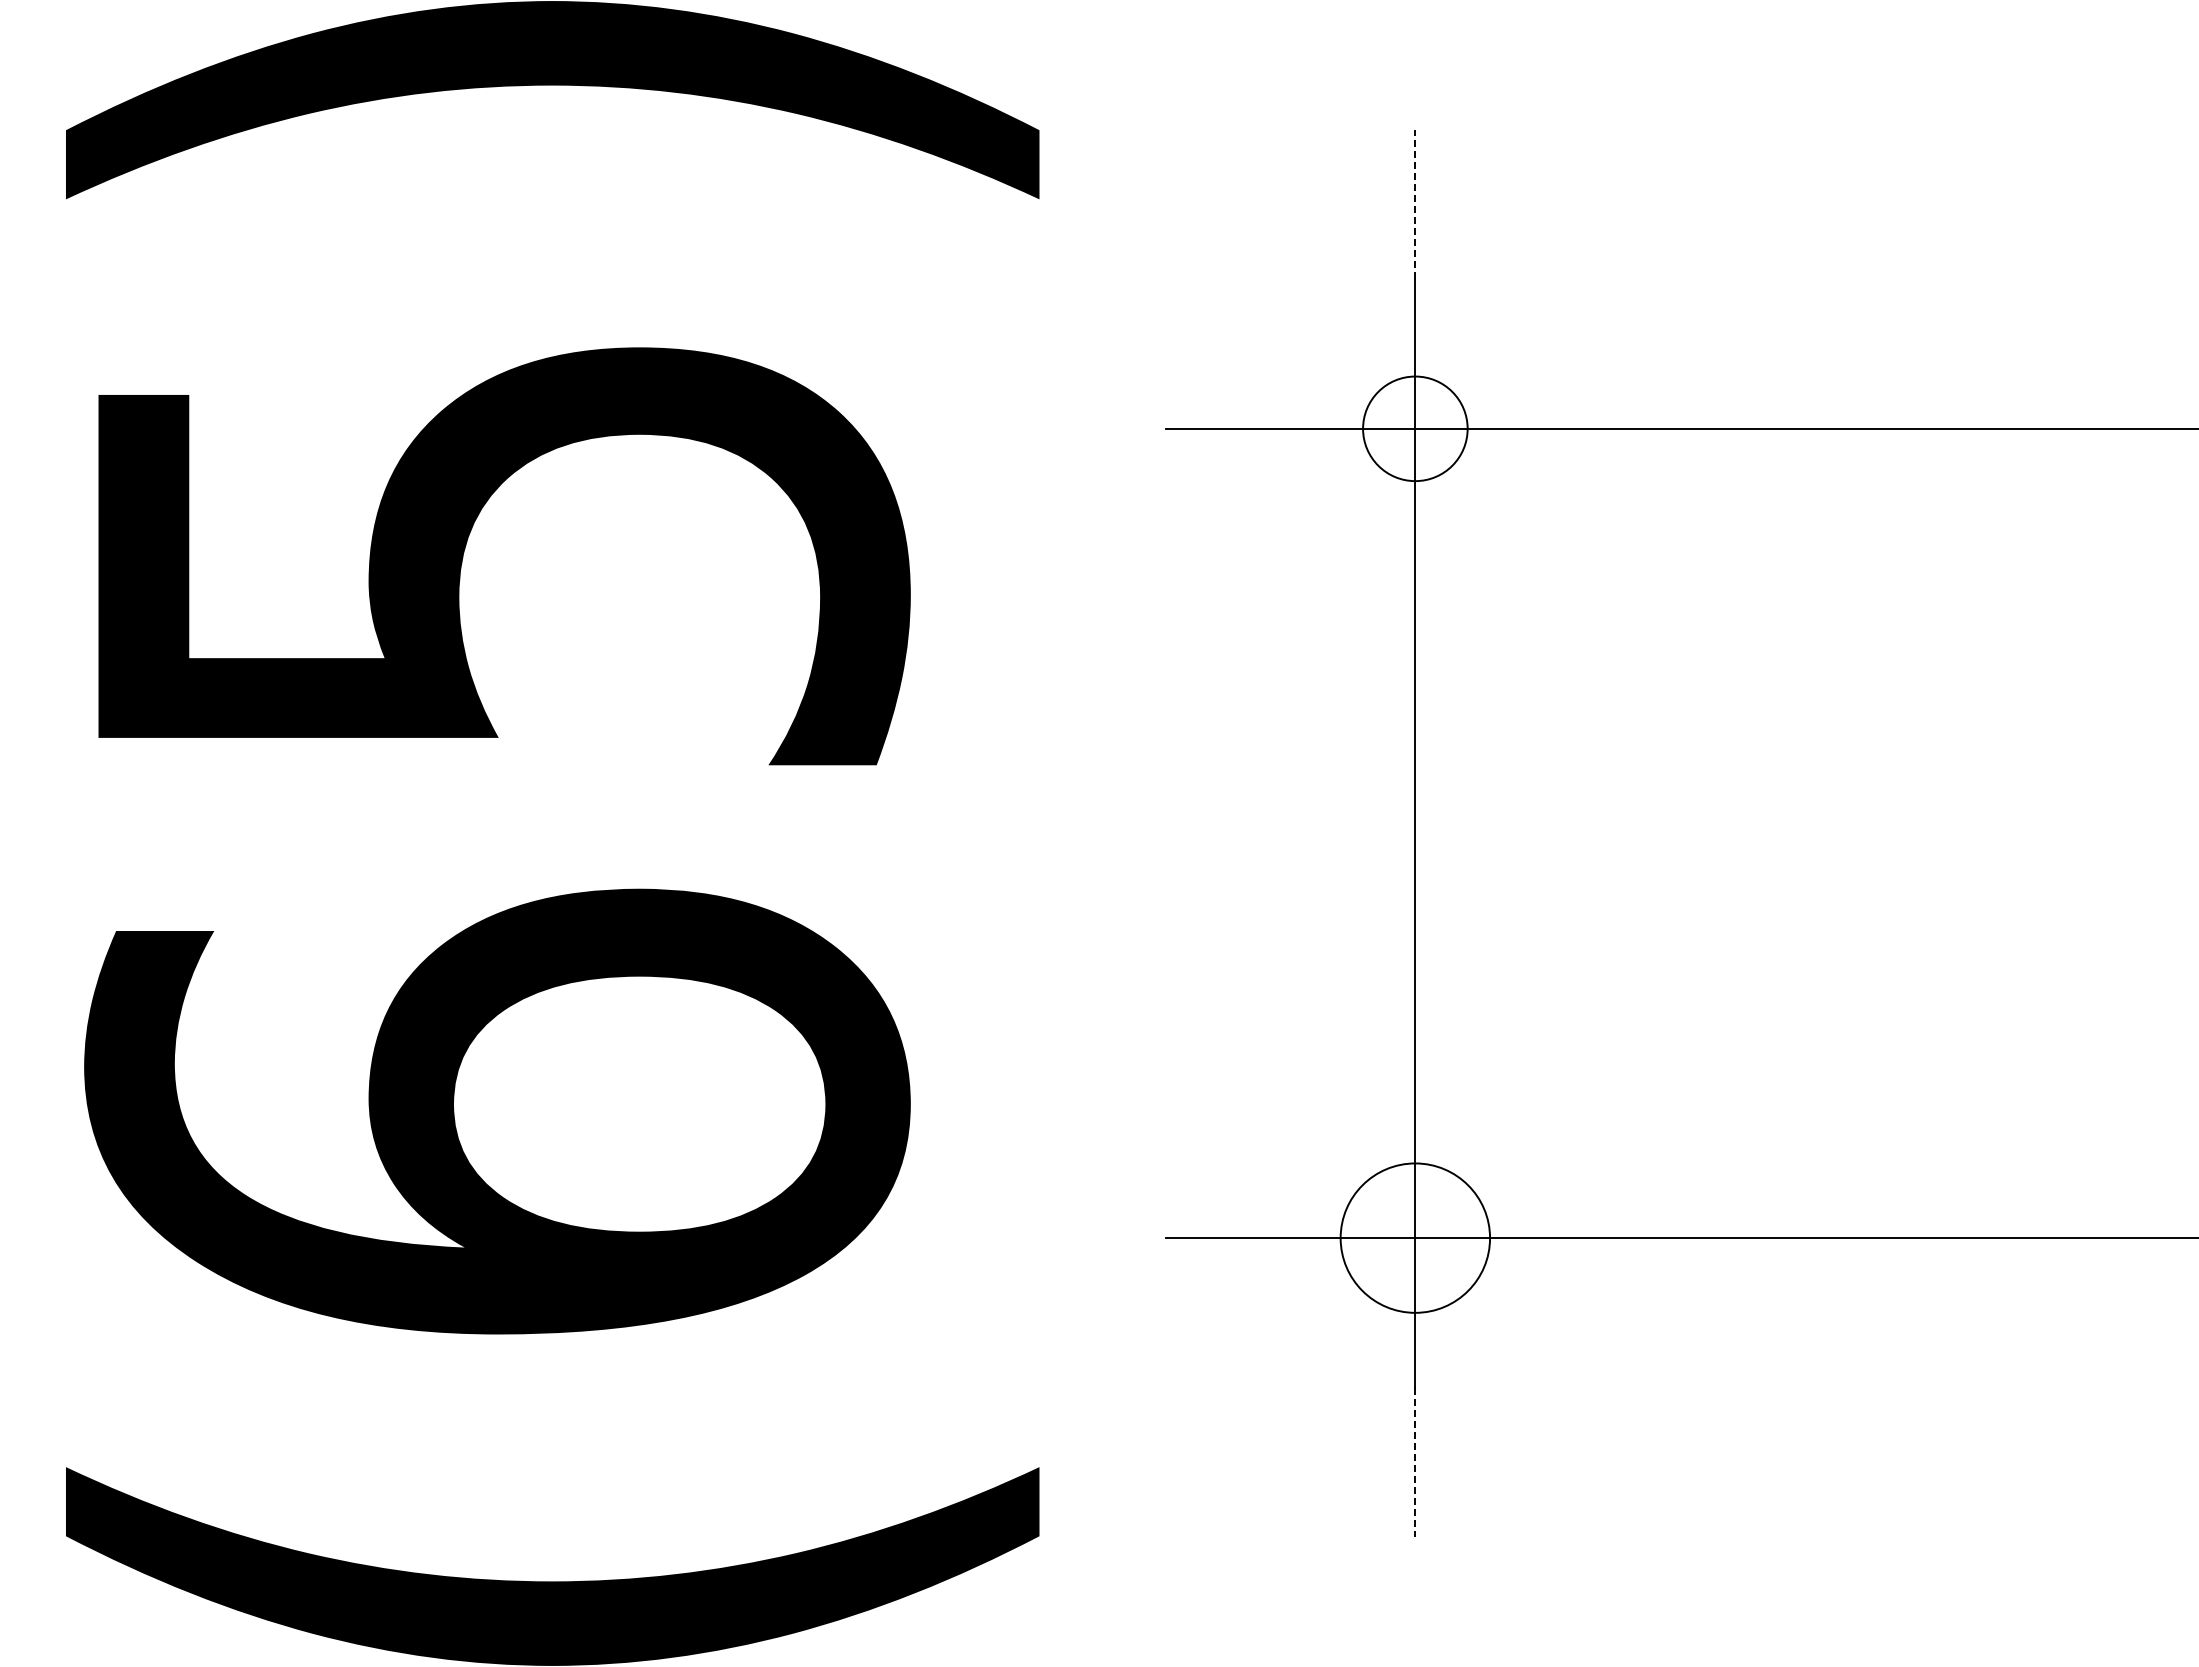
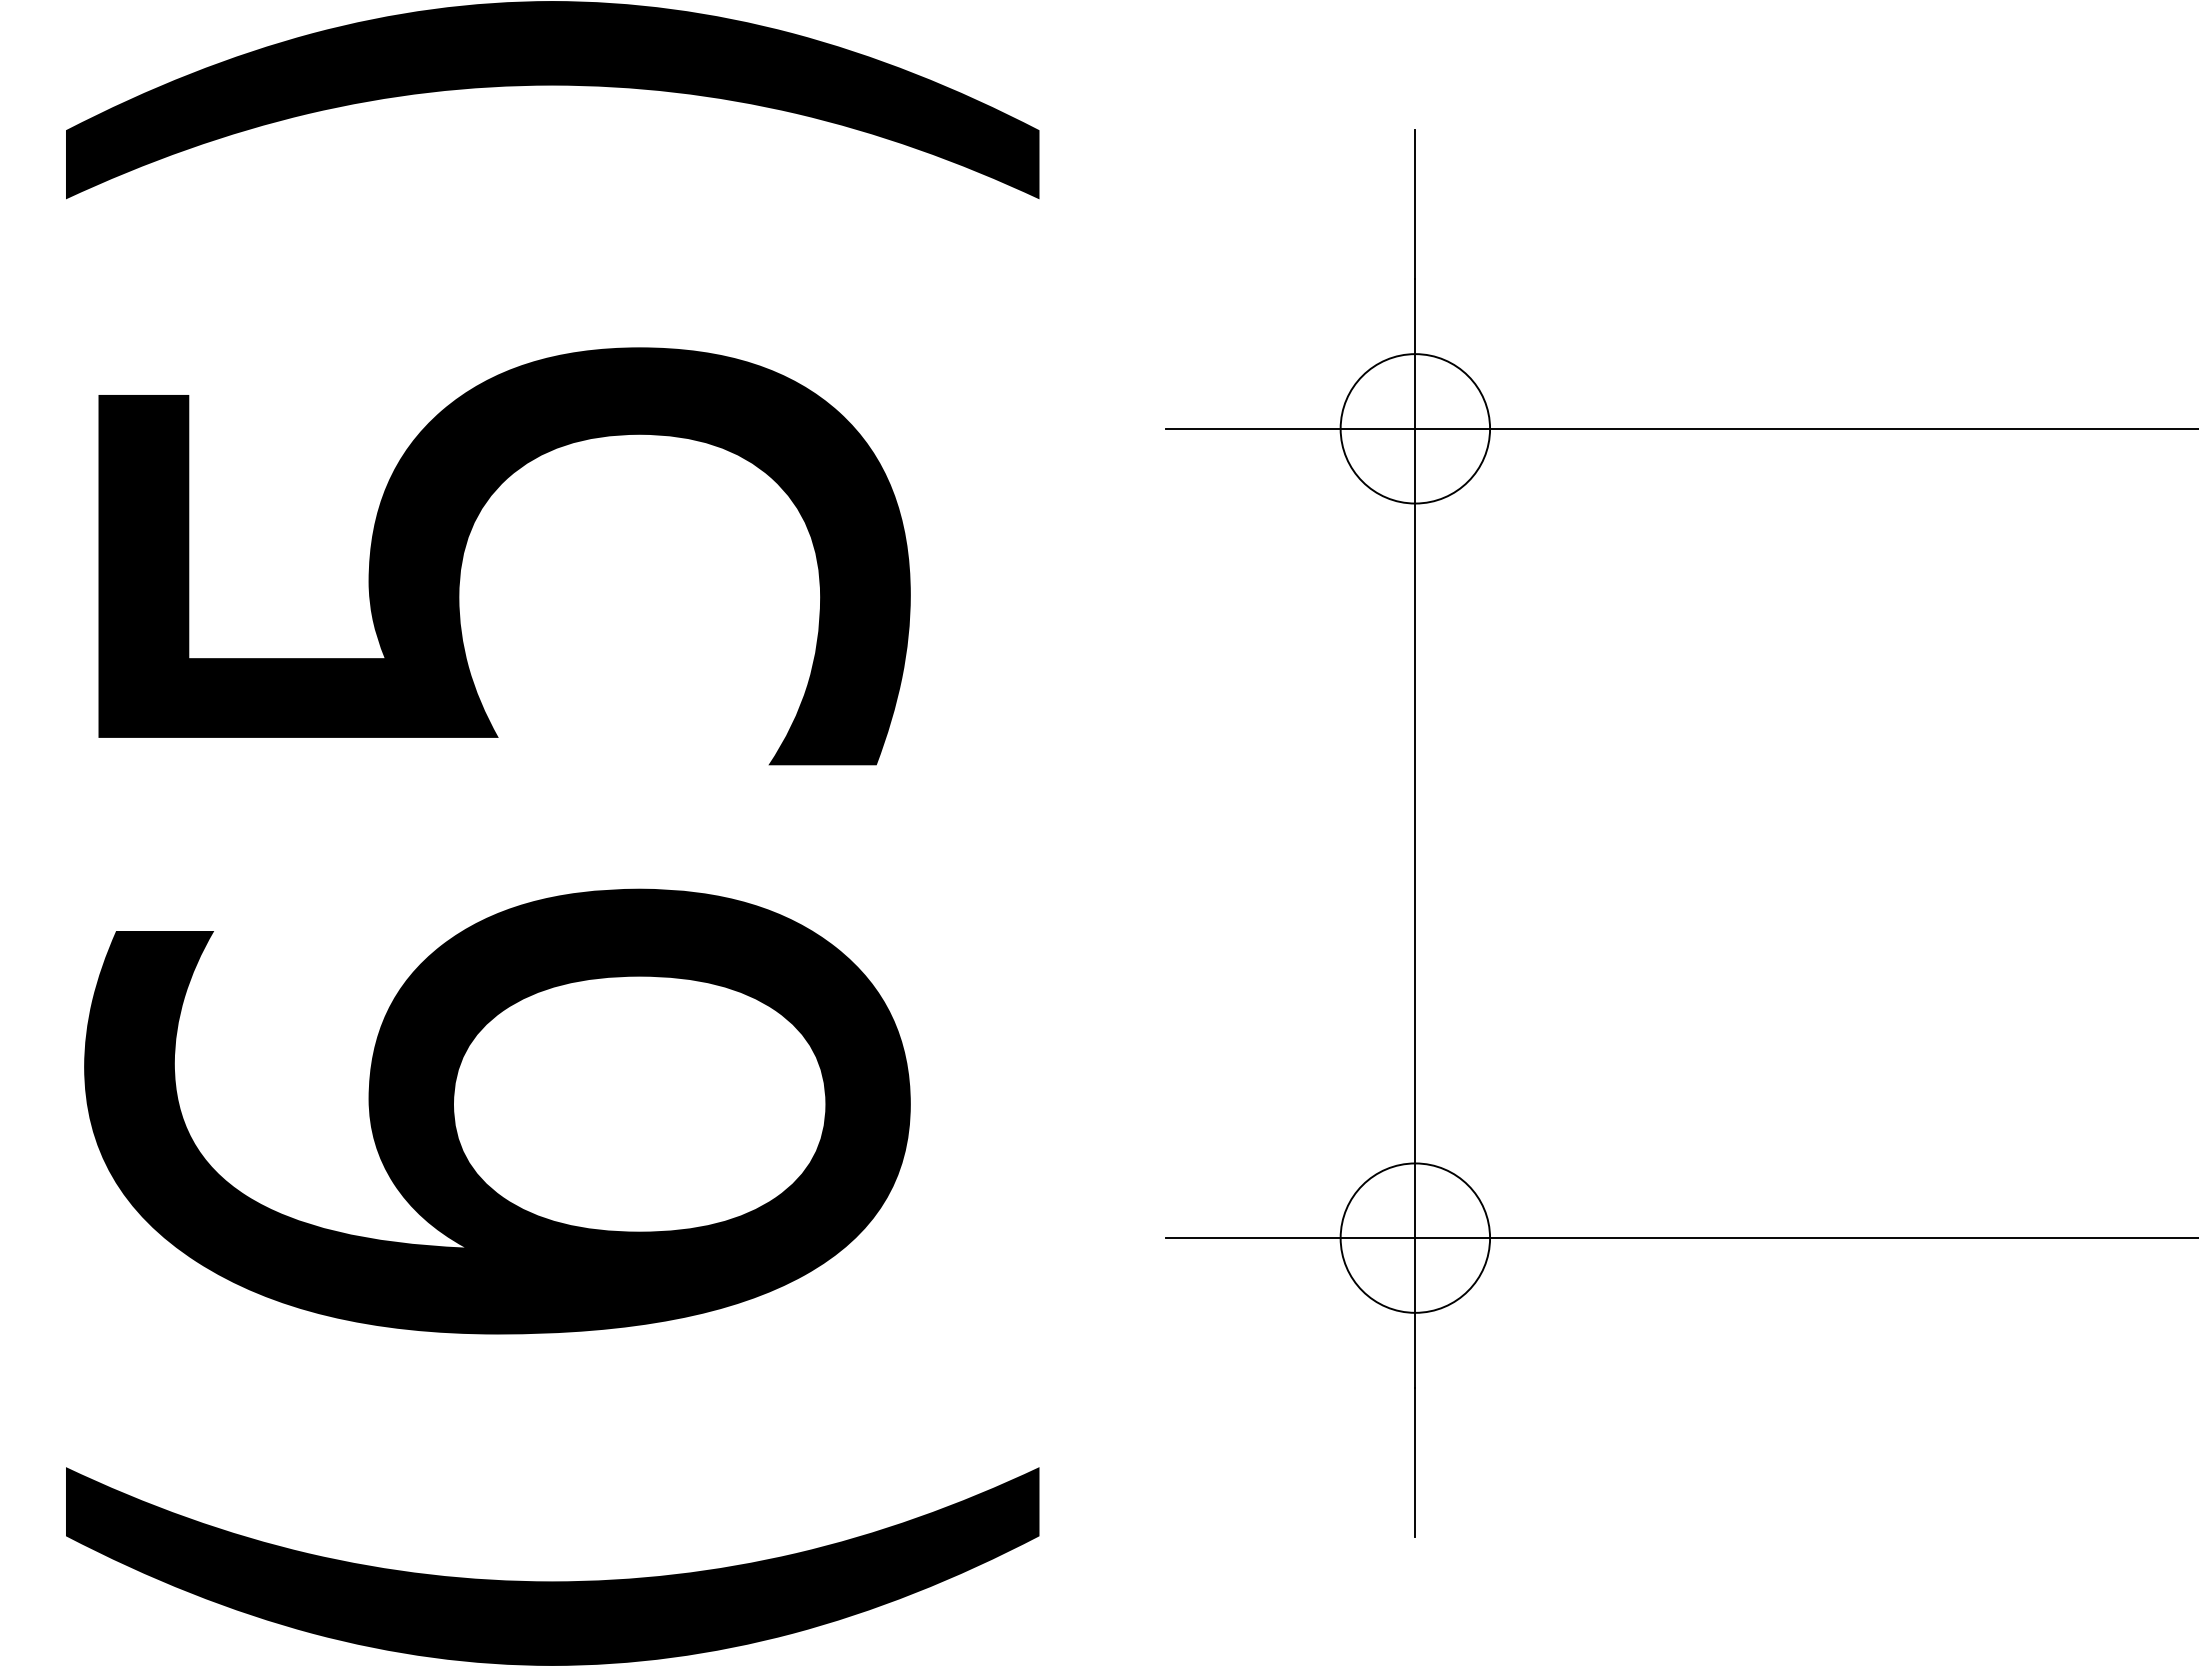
line at (1415, 204): dashed -> solid
circle at (1415, 428) diameter: 105 px -> 149 px
line at (1415, 1462): dashed -> solid
